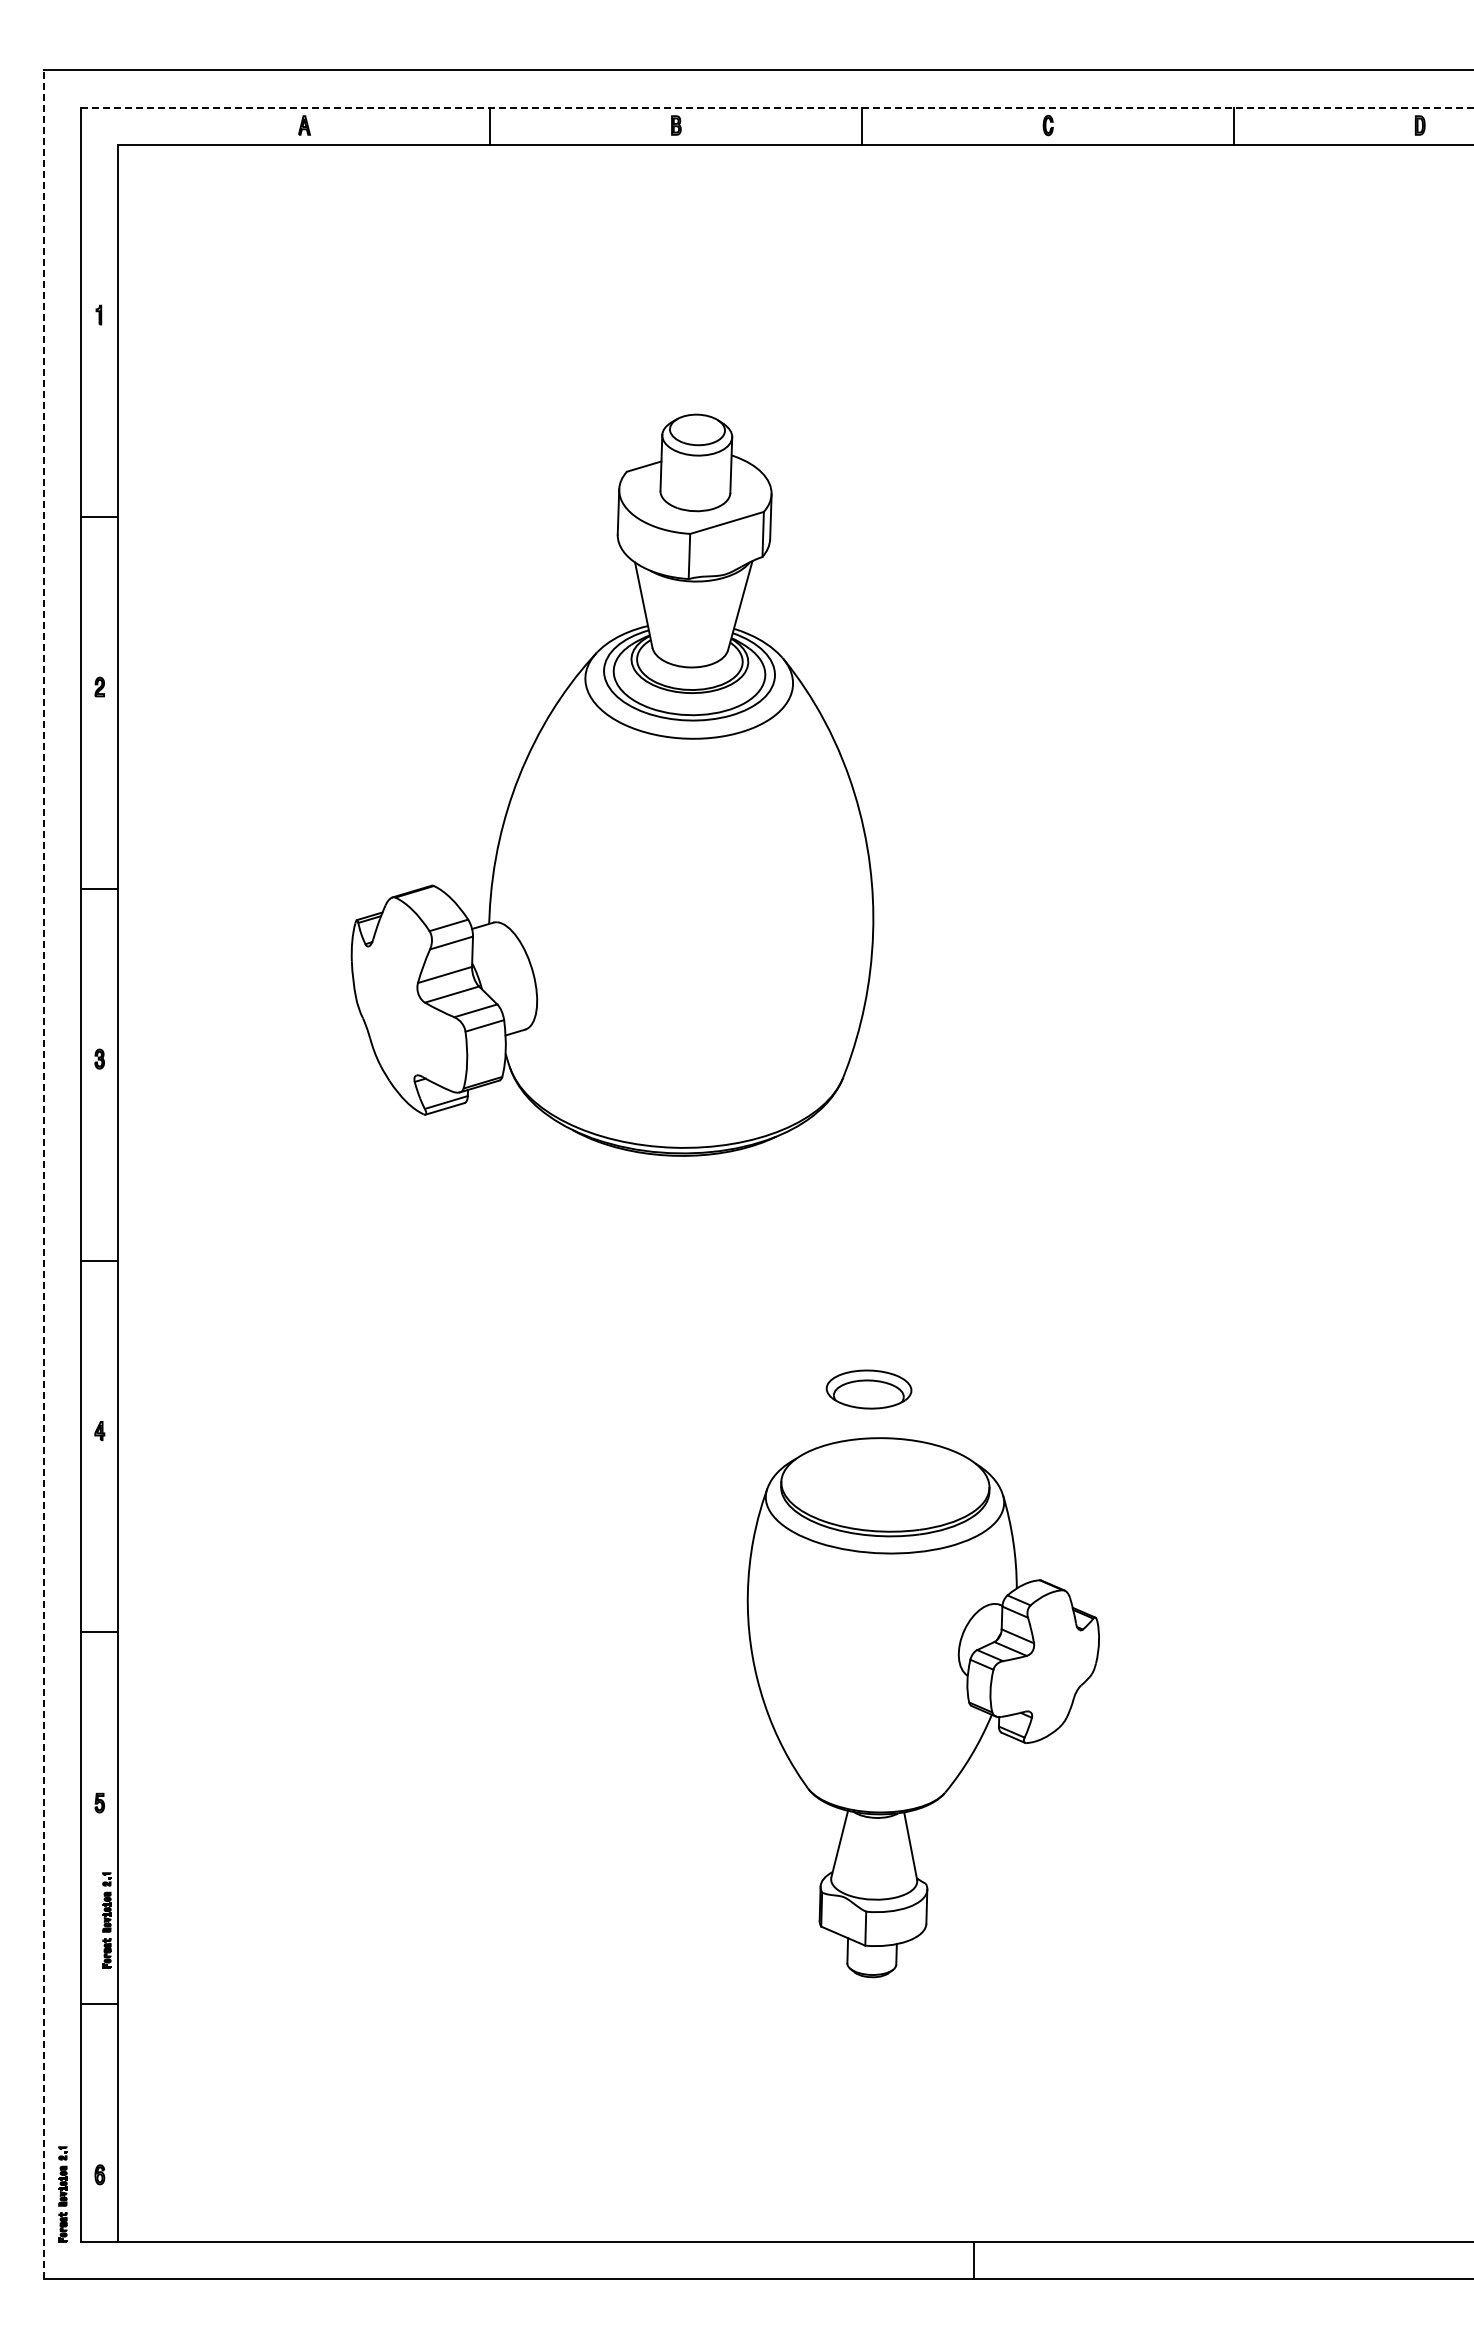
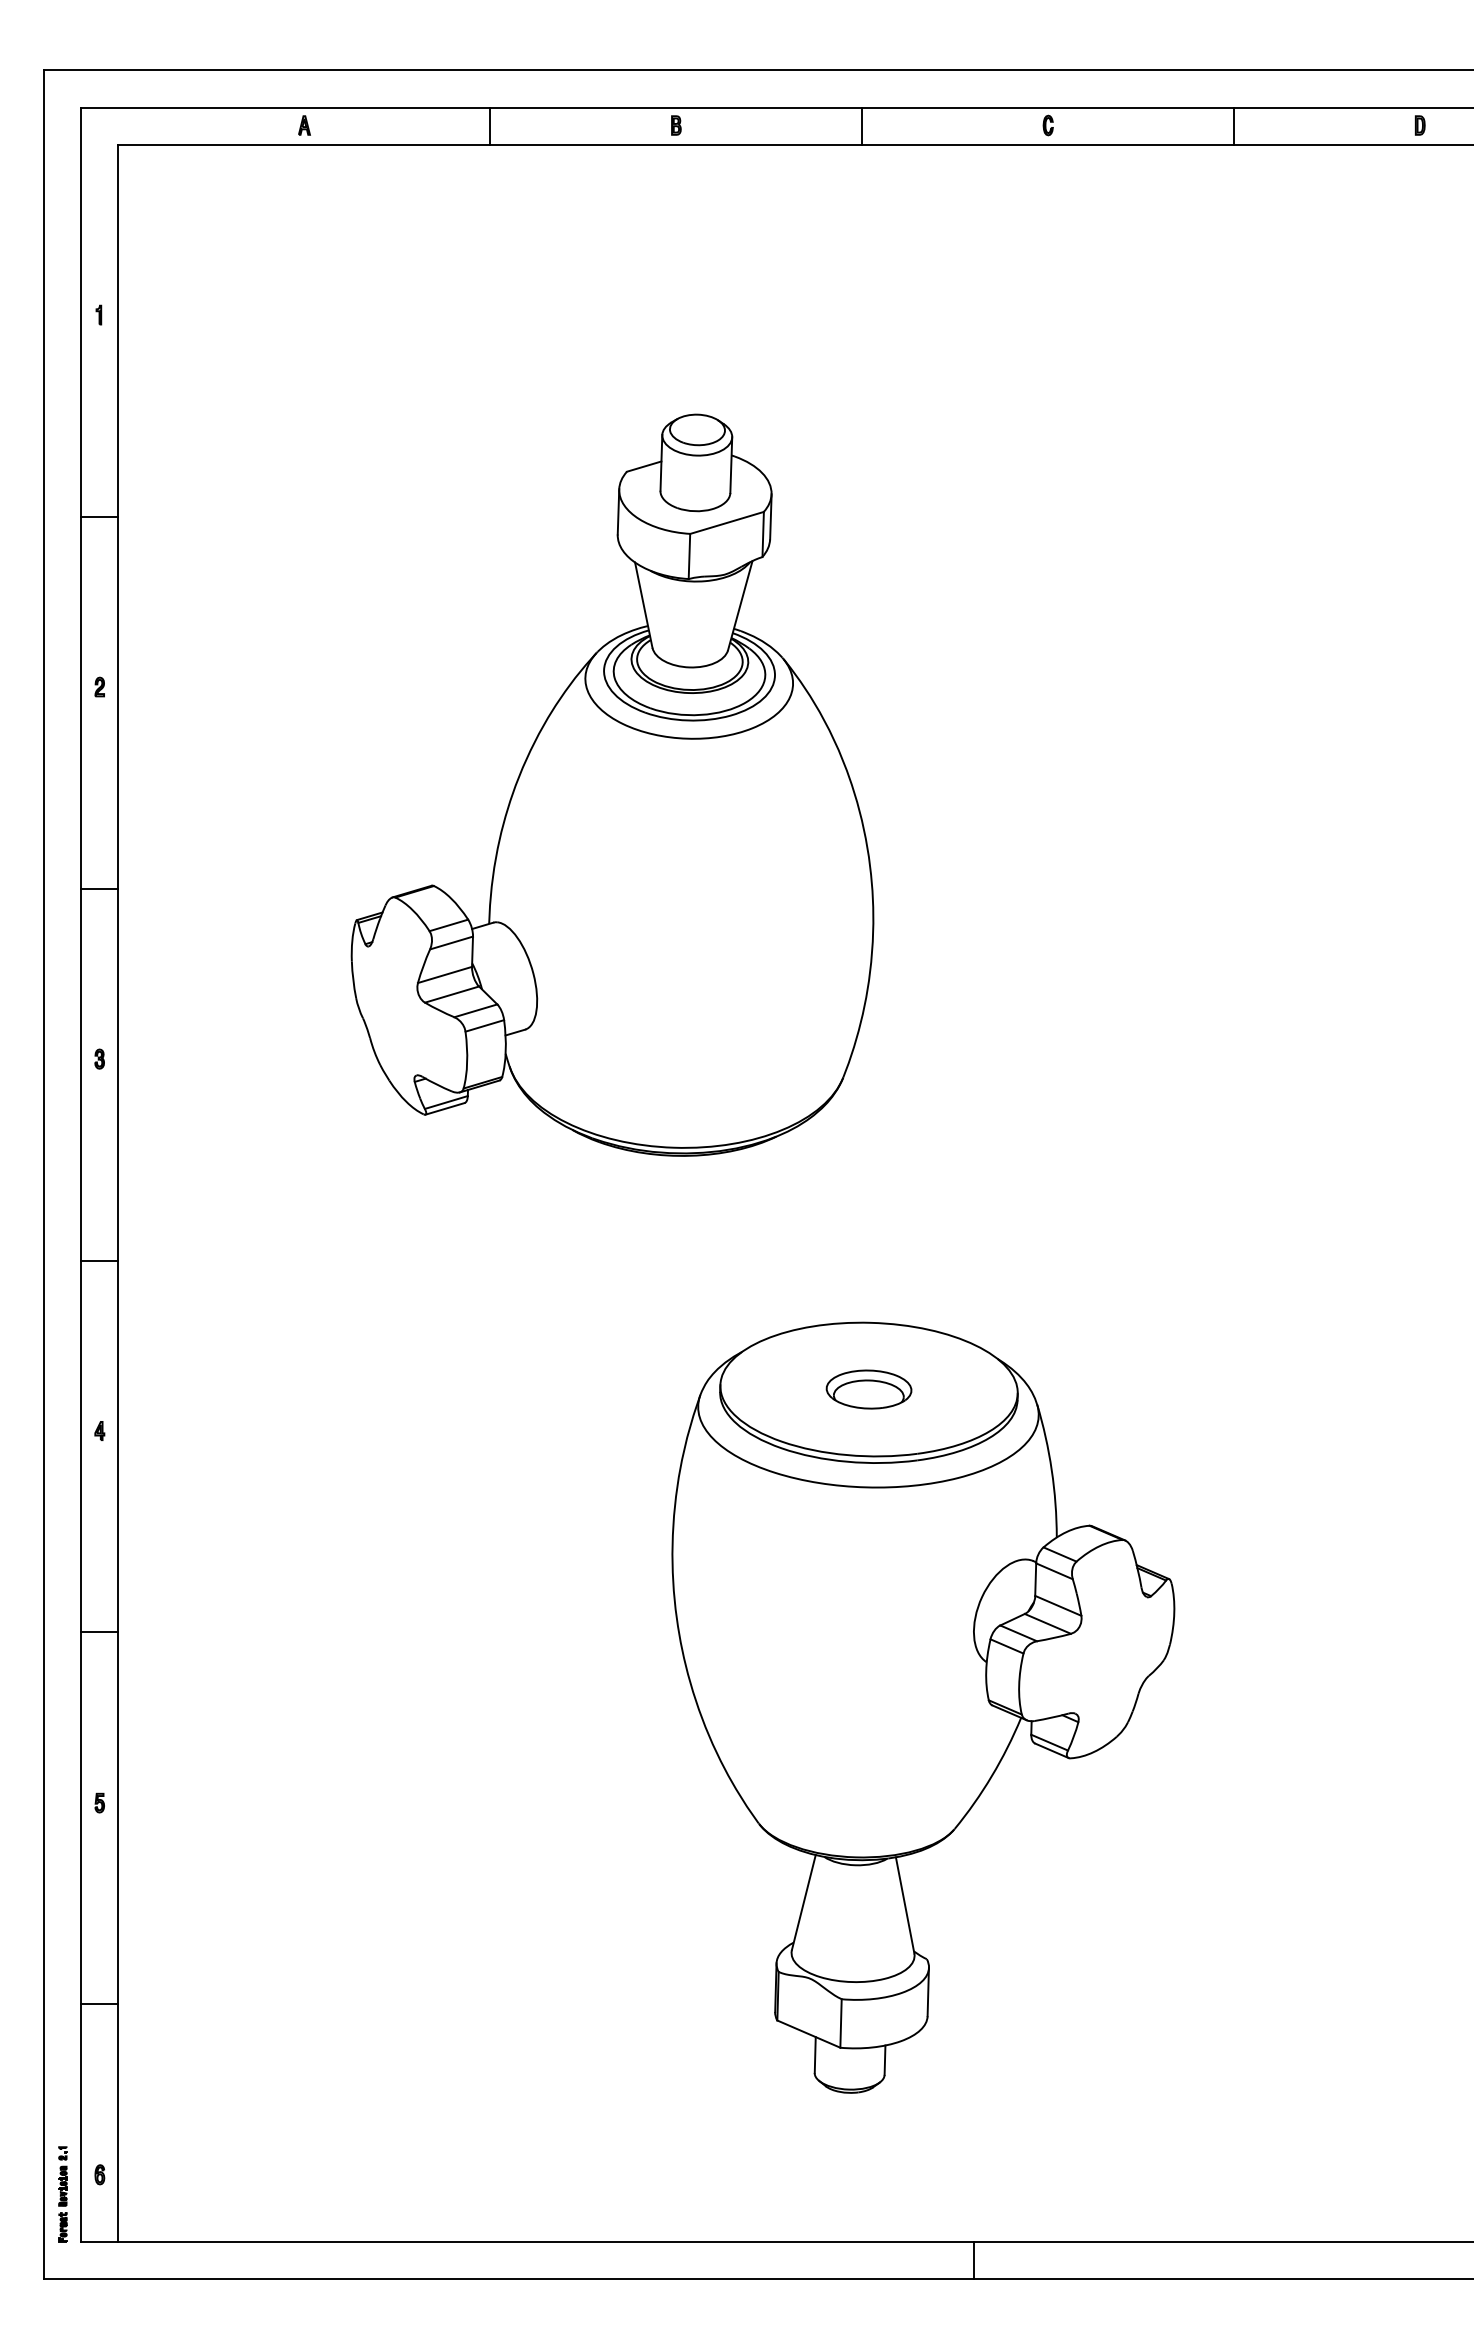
line at (777, 107): dashed -> solid
line at (44, 1174): dashed -> solid
part at (922, 1707) size: 354x542 px -> 505x773 px
part at (106, 1920): present -> none
